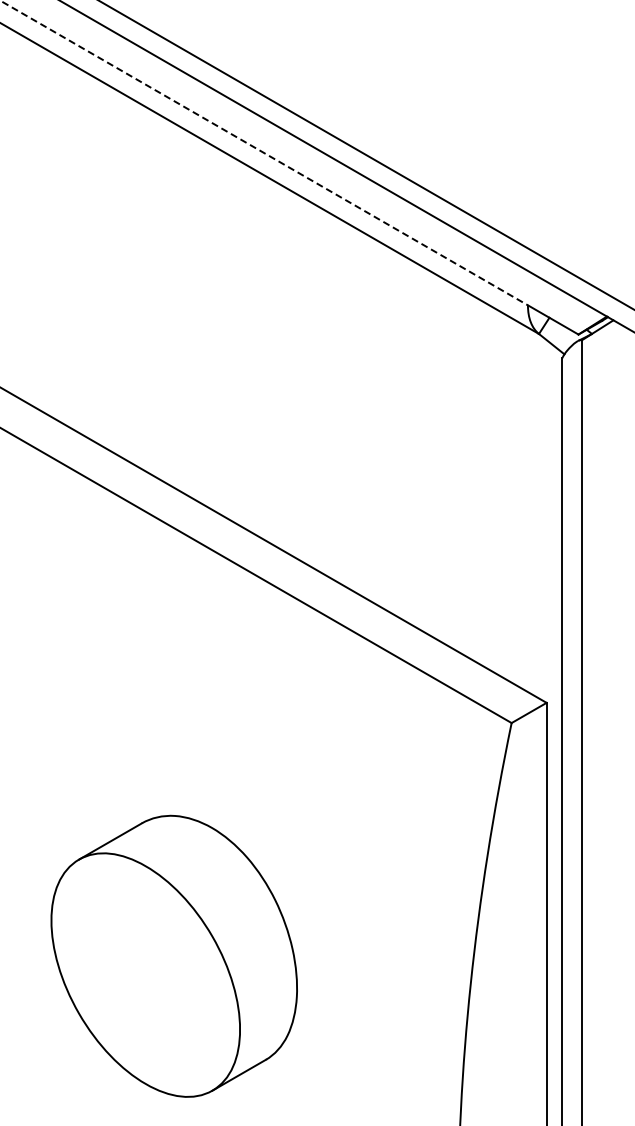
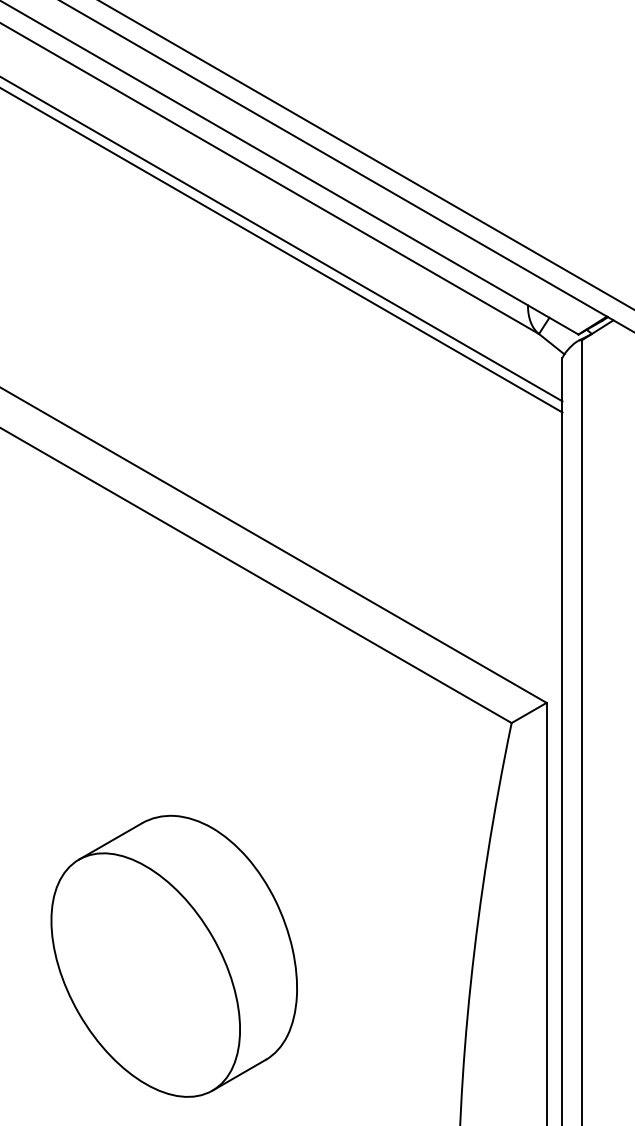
line at (264, 153): dashed -> solid
line at (282, 239): none -> present
line at (282, 250): none -> present
